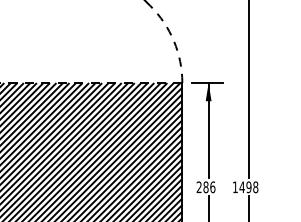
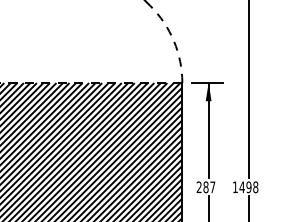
text at (212, 187): 286 -> 287
